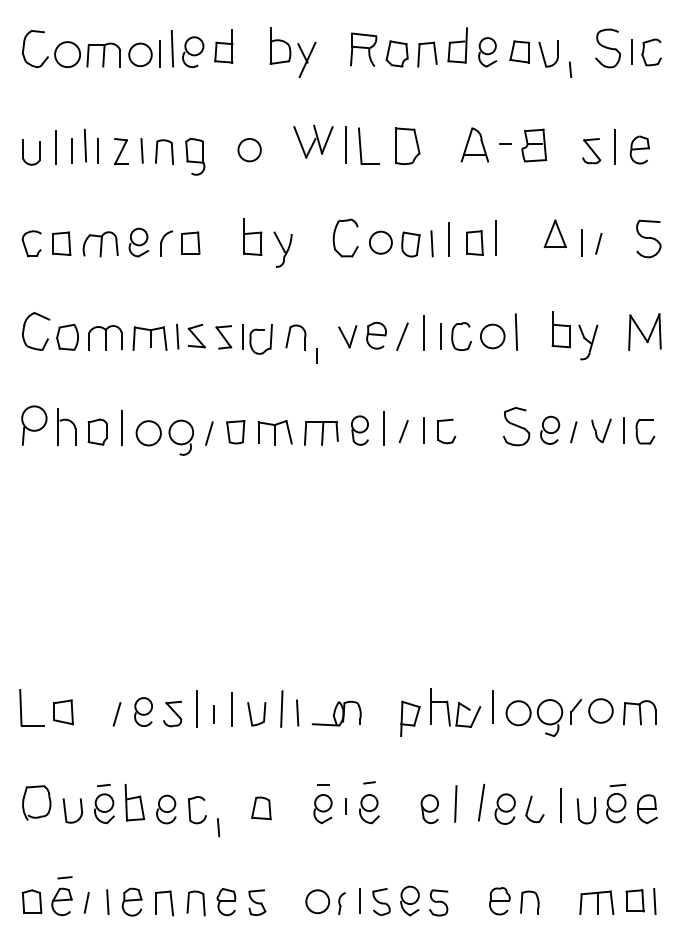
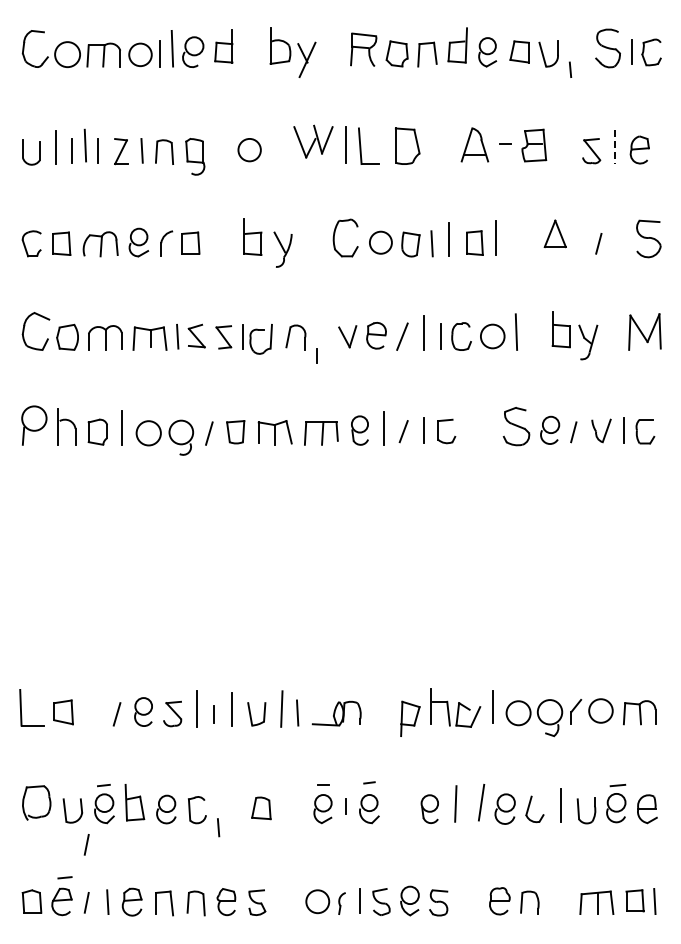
line at (614, 147): solid -> dashed
line at (581, 242): present -> none
line at (86, 844): none -> present
